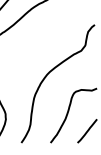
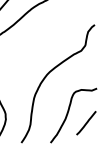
line at (87, 131) position: (87, 131) -> (86, 123)
